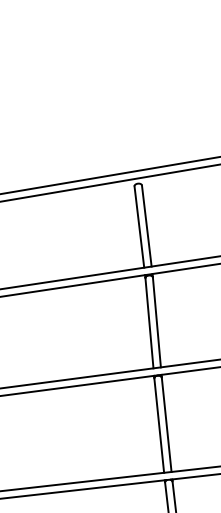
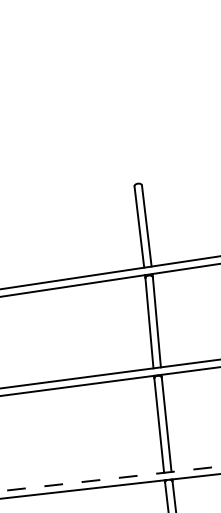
line at (109, 175): present -> none
line at (109, 183): present -> none
line at (109, 478): solid -> dashed
